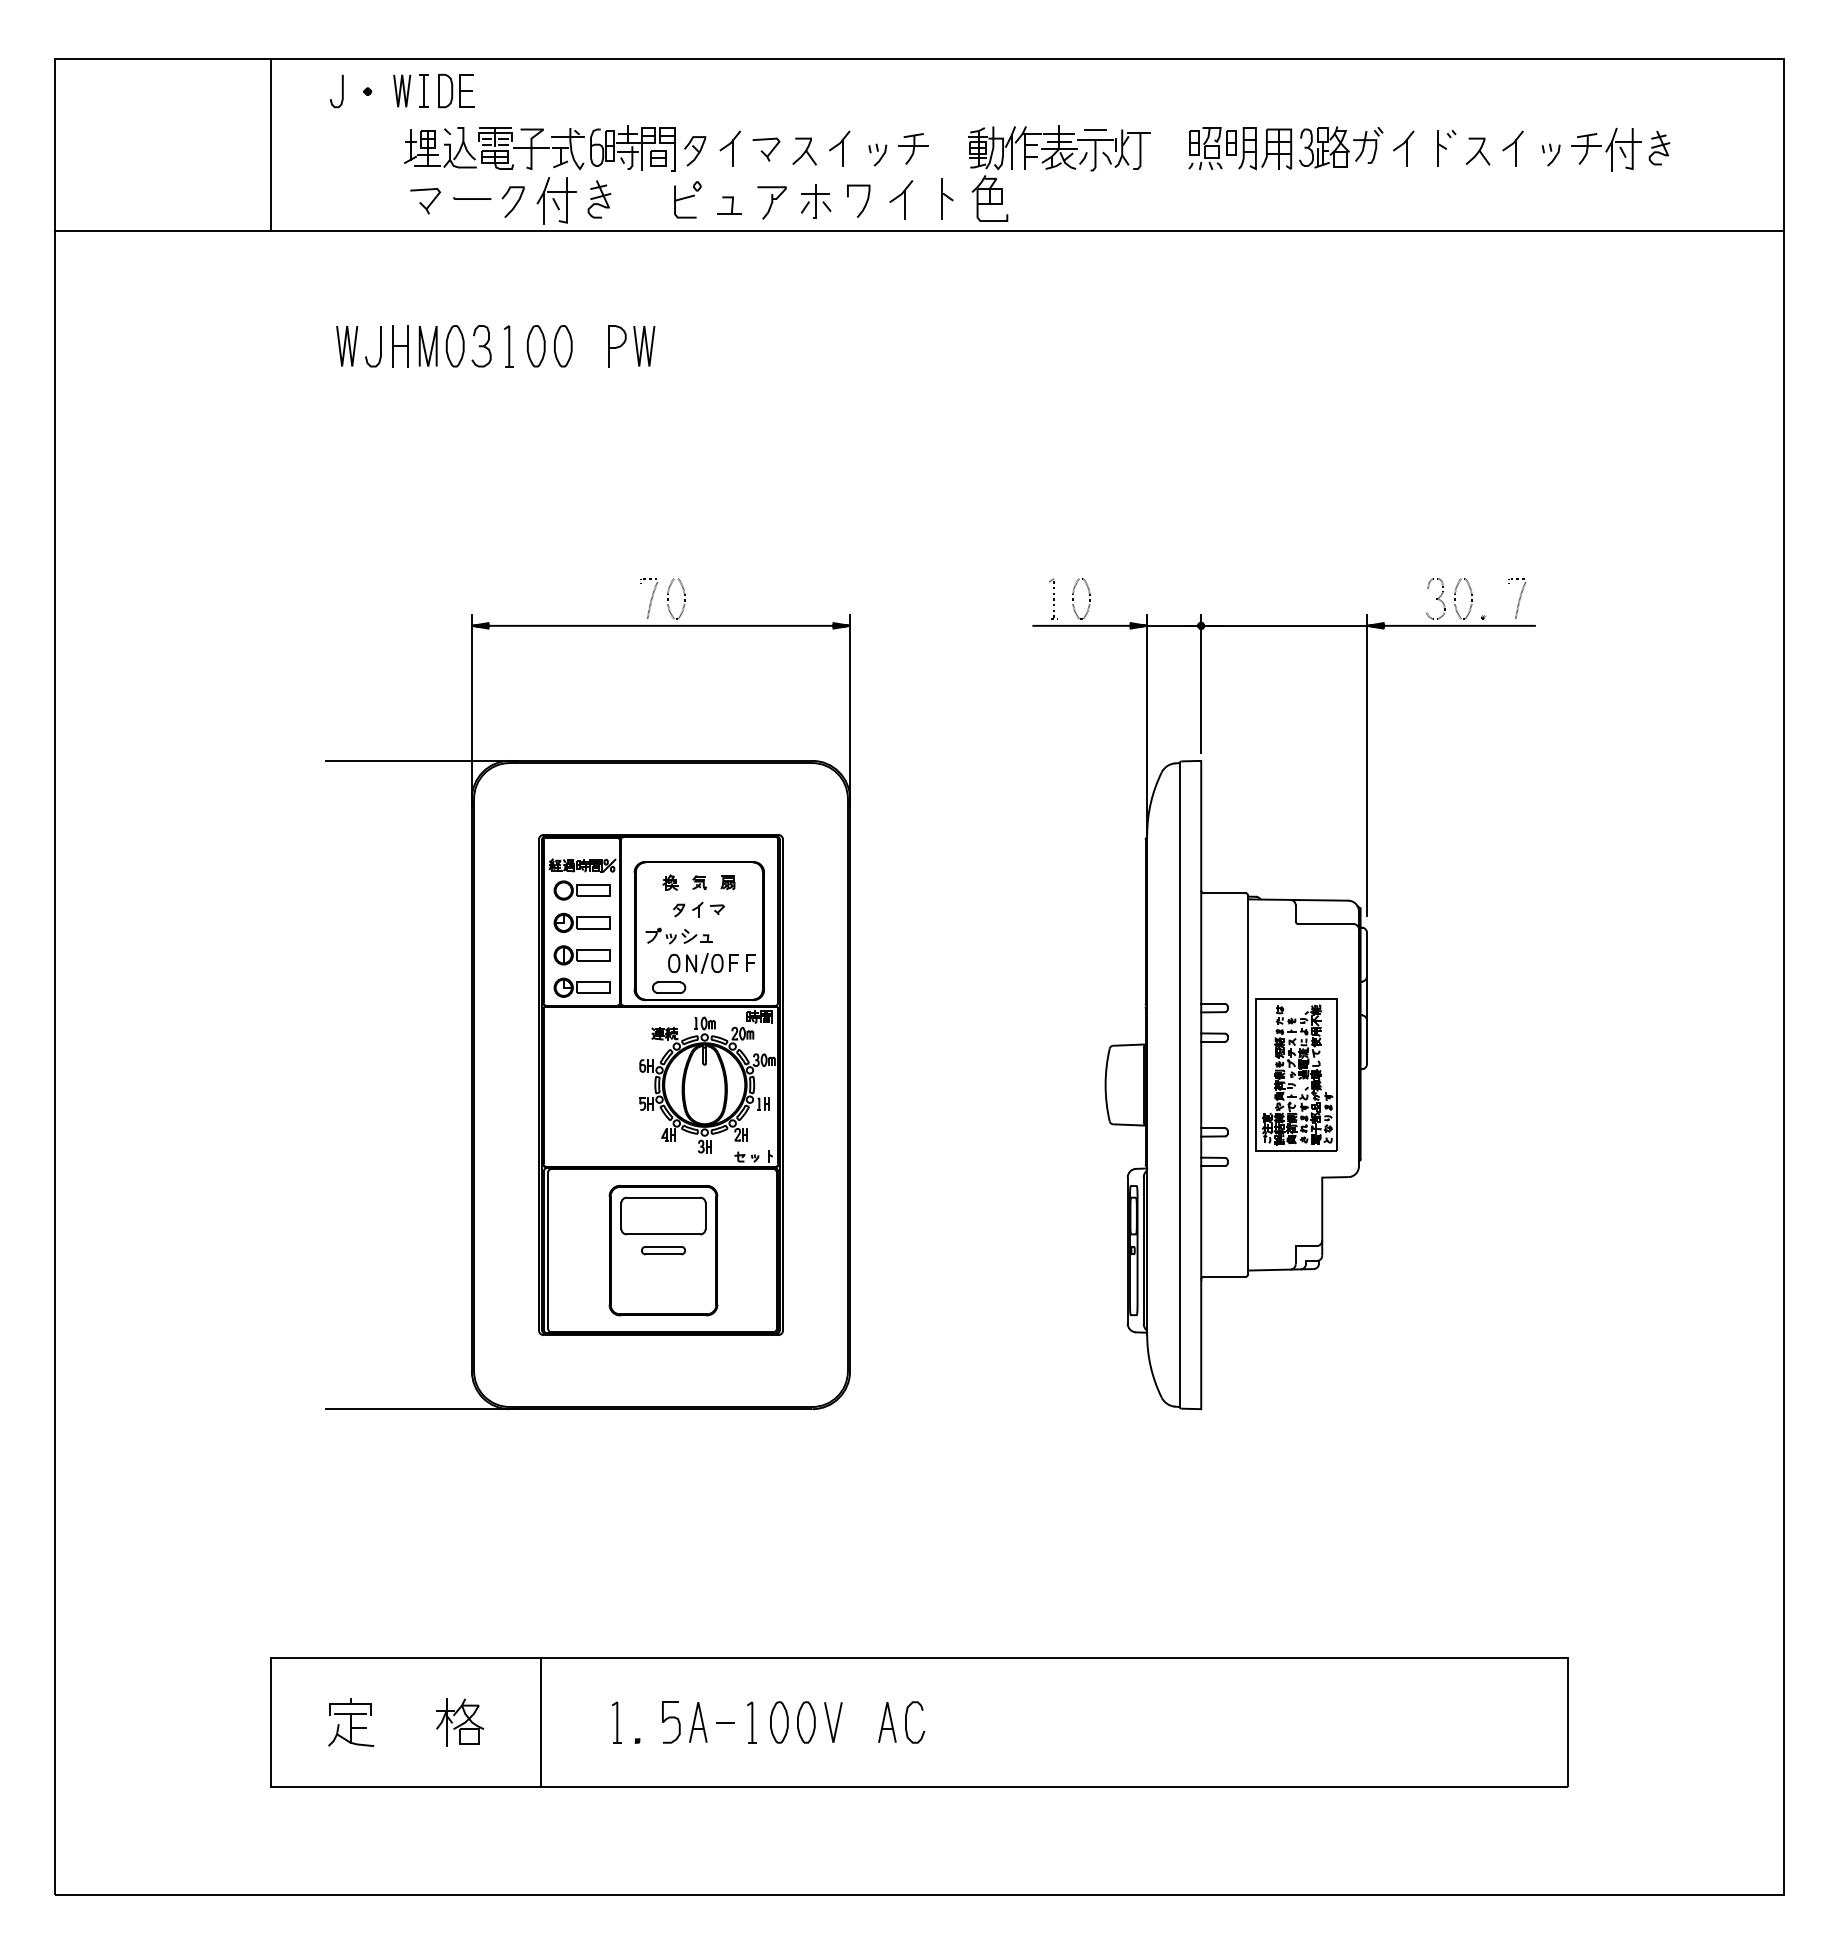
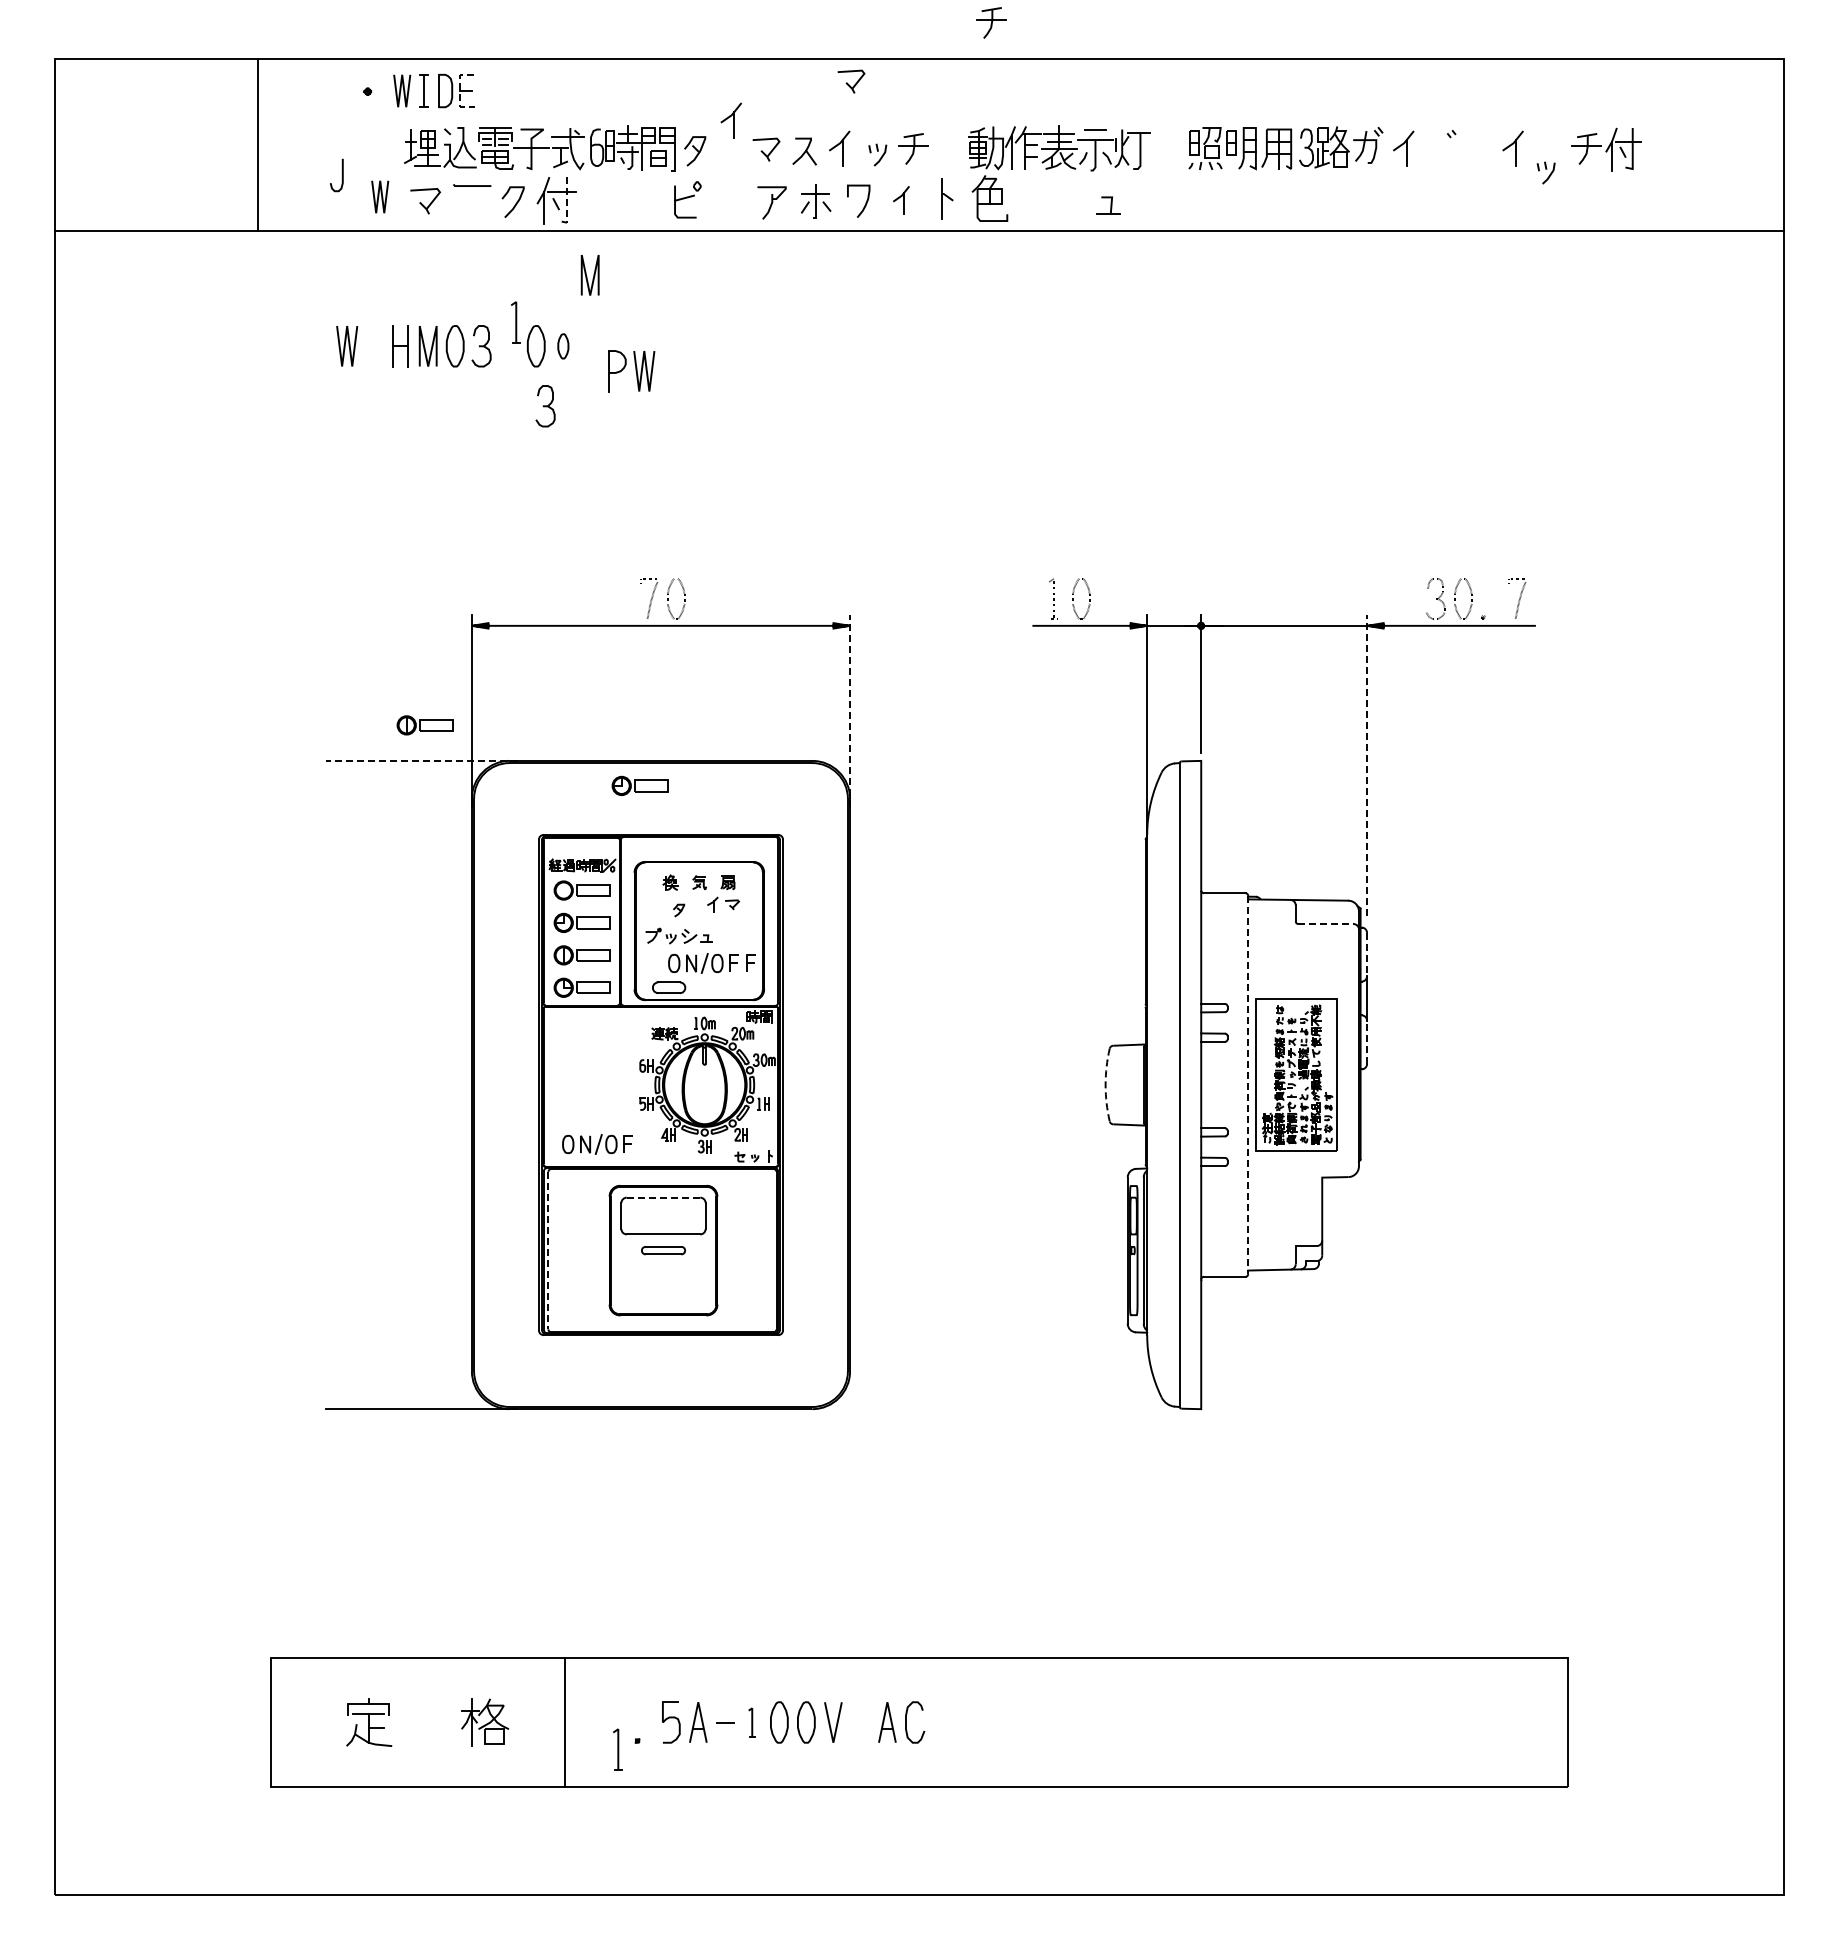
part at (991, 22): none -> present
part at (851, 81): none -> present
curve at (341, 91) position: (341, 91) -> (341, 175)
line at (460, 91): solid -> dashed
line at (271, 144) position: (271, 144) -> (258, 144)
part at (1659, 147): present -> none
part at (729, 148) position: (729, 148) -> (730, 120)
part at (1441, 148): present -> none
part at (1477, 151): present -> none
part at (1550, 154) position: (1550, 154) -> (1545, 172)
line at (379, 196): none -> present
line at (472, 198) position: (472, 198) -> (472, 185)
part at (599, 199): present -> none
part at (901, 199) size: 25x40 px -> 17x29 px
line at (567, 204): solid -> dashed
part at (729, 205) position: (729, 205) -> (1108, 205)
line at (587, 276): none -> present
curve at (380, 346): present -> none
part at (508, 346) position: (508, 346) -> (515, 322)
part at (563, 346) size: 19x43 px -> 13x27 px
part at (631, 346) position: (631, 346) -> (631, 371)
part at (545, 406): none -> present
line at (850, 710): solid -> dashed
part at (424, 725): none -> present
line at (421, 760): solid -> dashed
line at (1367, 765): solid -> dashed
part at (639, 785): none -> present
part at (708, 909) position: (708, 909) -> (723, 904)
line at (1326, 924): solid -> dashed
line at (1367, 954): solid -> dashed
line at (1367, 1042): solid -> dashed
arc at (1105, 1085): solid -> dashed
line at (1248, 1085): solid -> dashed
part at (597, 1144): none -> present
line at (663, 1197): solid -> dashed
line at (548, 1250): solid -> dashed
part at (351, 1722) position: (351, 1722) -> (369, 1722)
part at (460, 1722) position: (460, 1722) -> (485, 1722)
line at (541, 1722) position: (541, 1722) -> (565, 1722)
part at (616, 1722) position: (616, 1722) -> (617, 1749)
part at (751, 1722) size: 10x43 px -> 8x31 px
